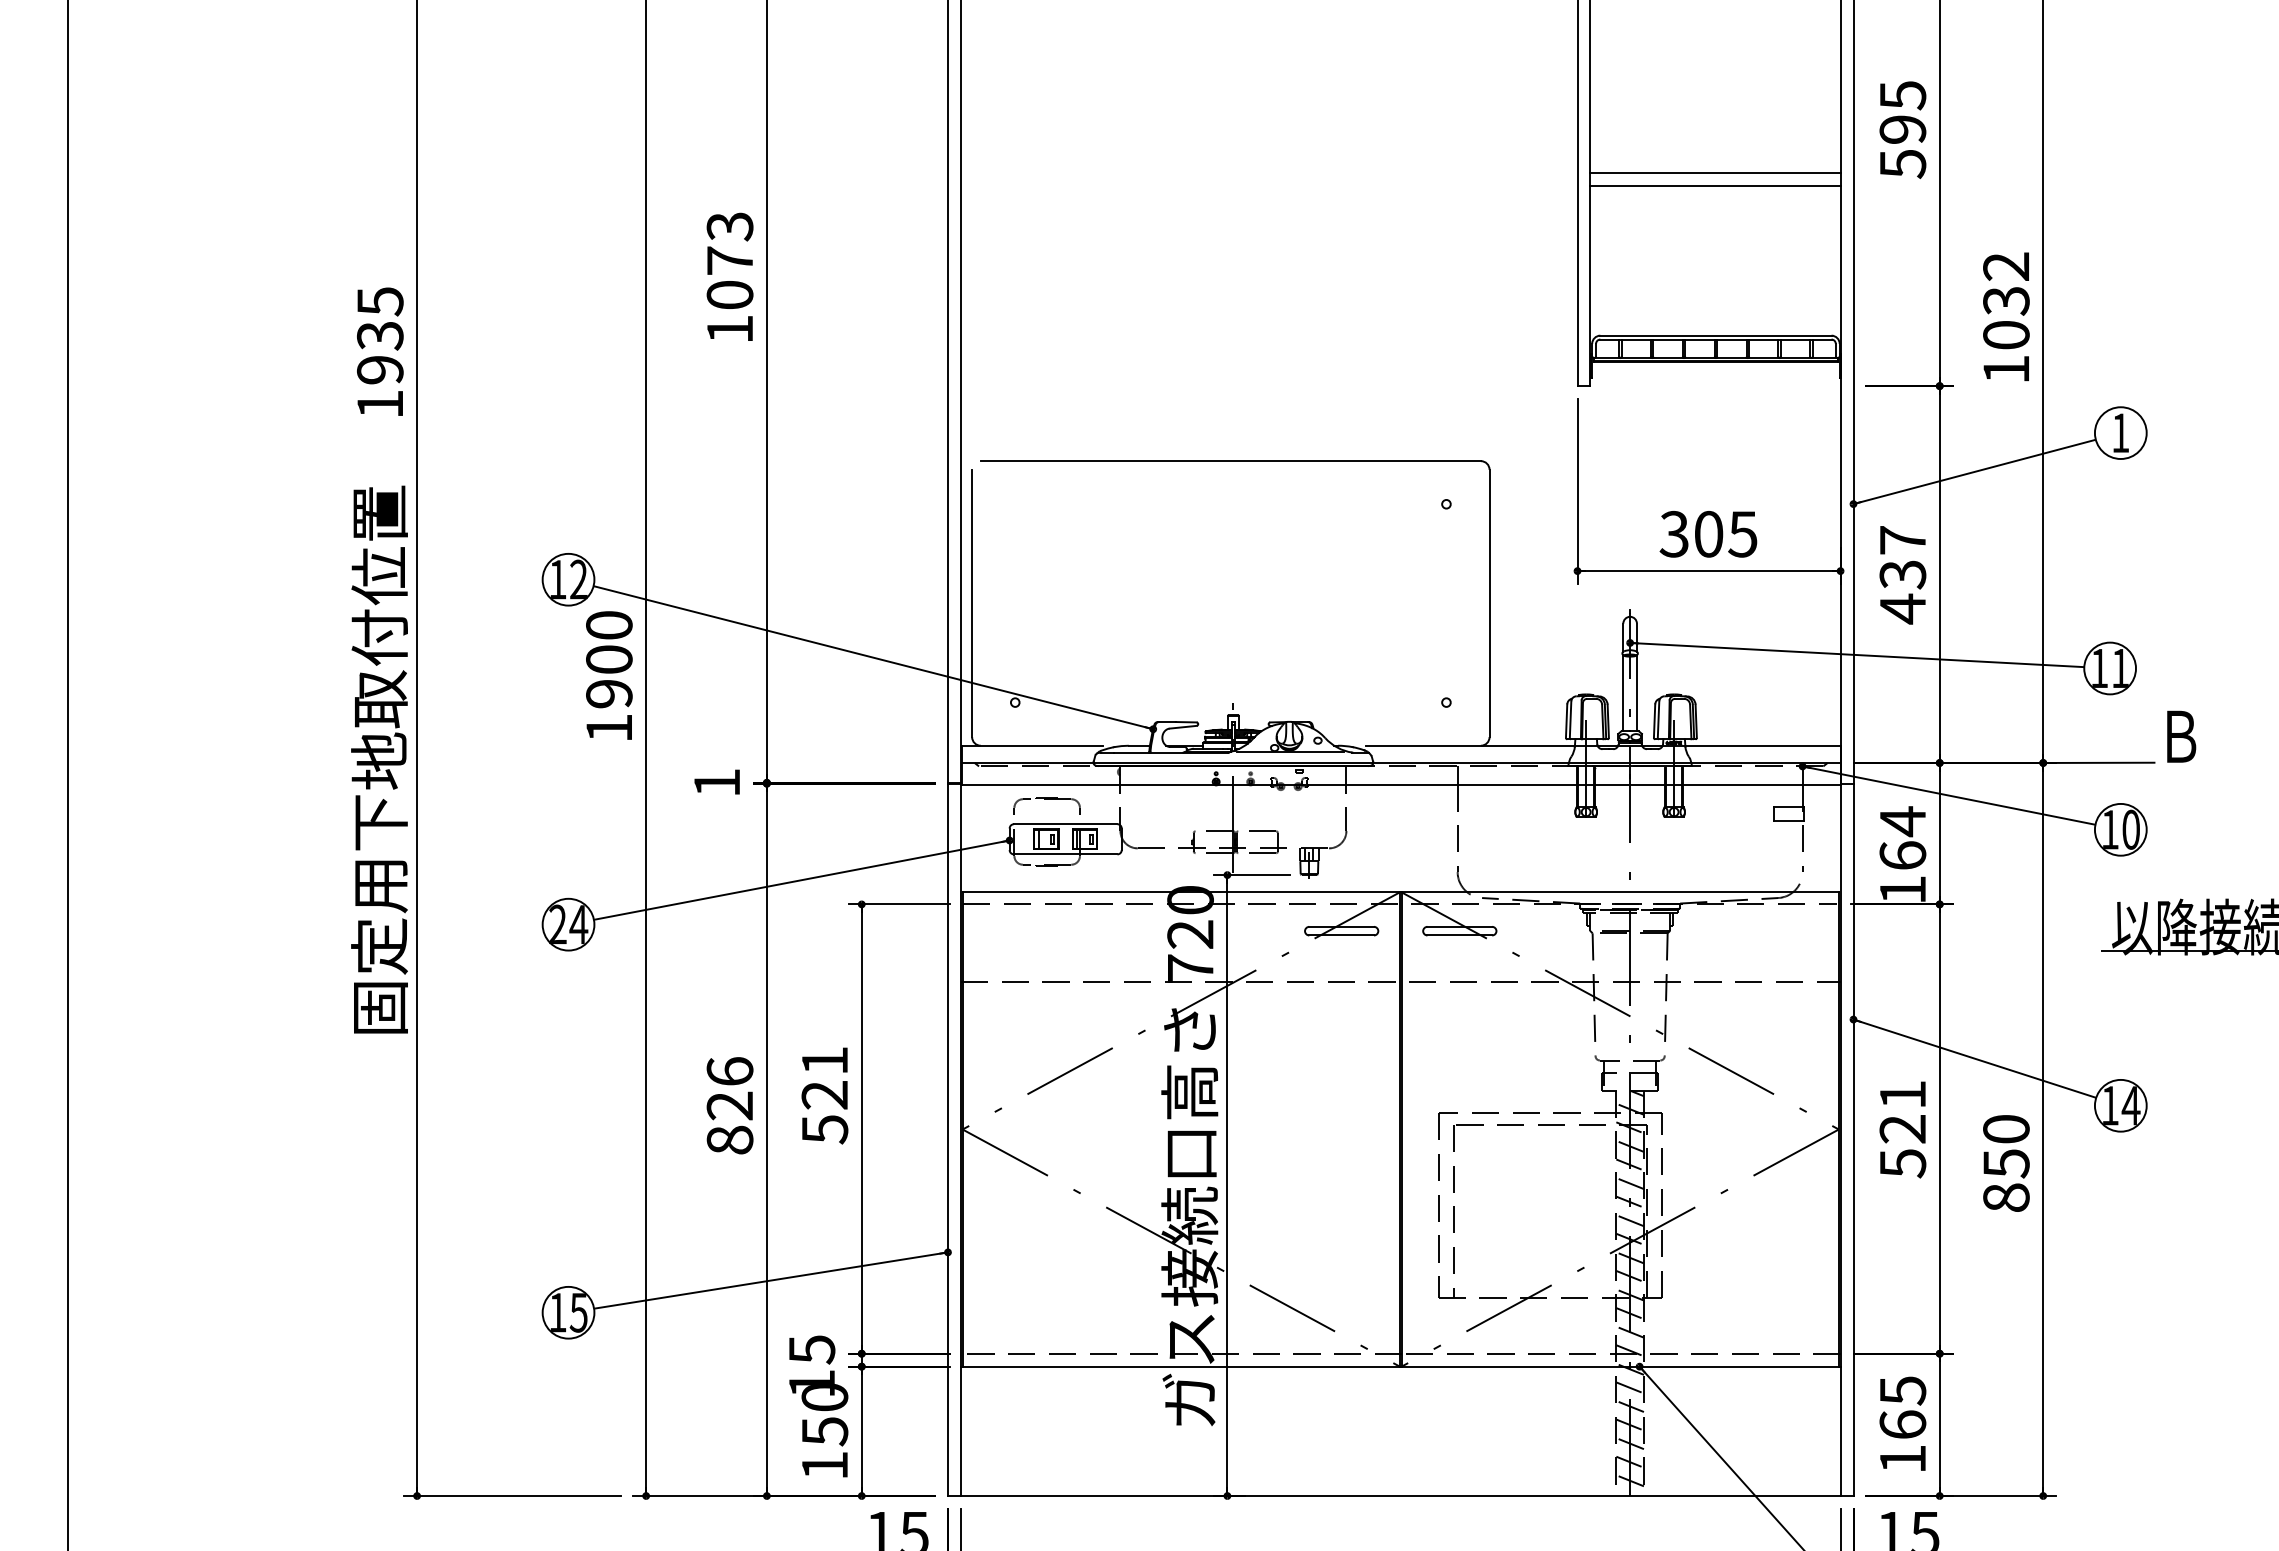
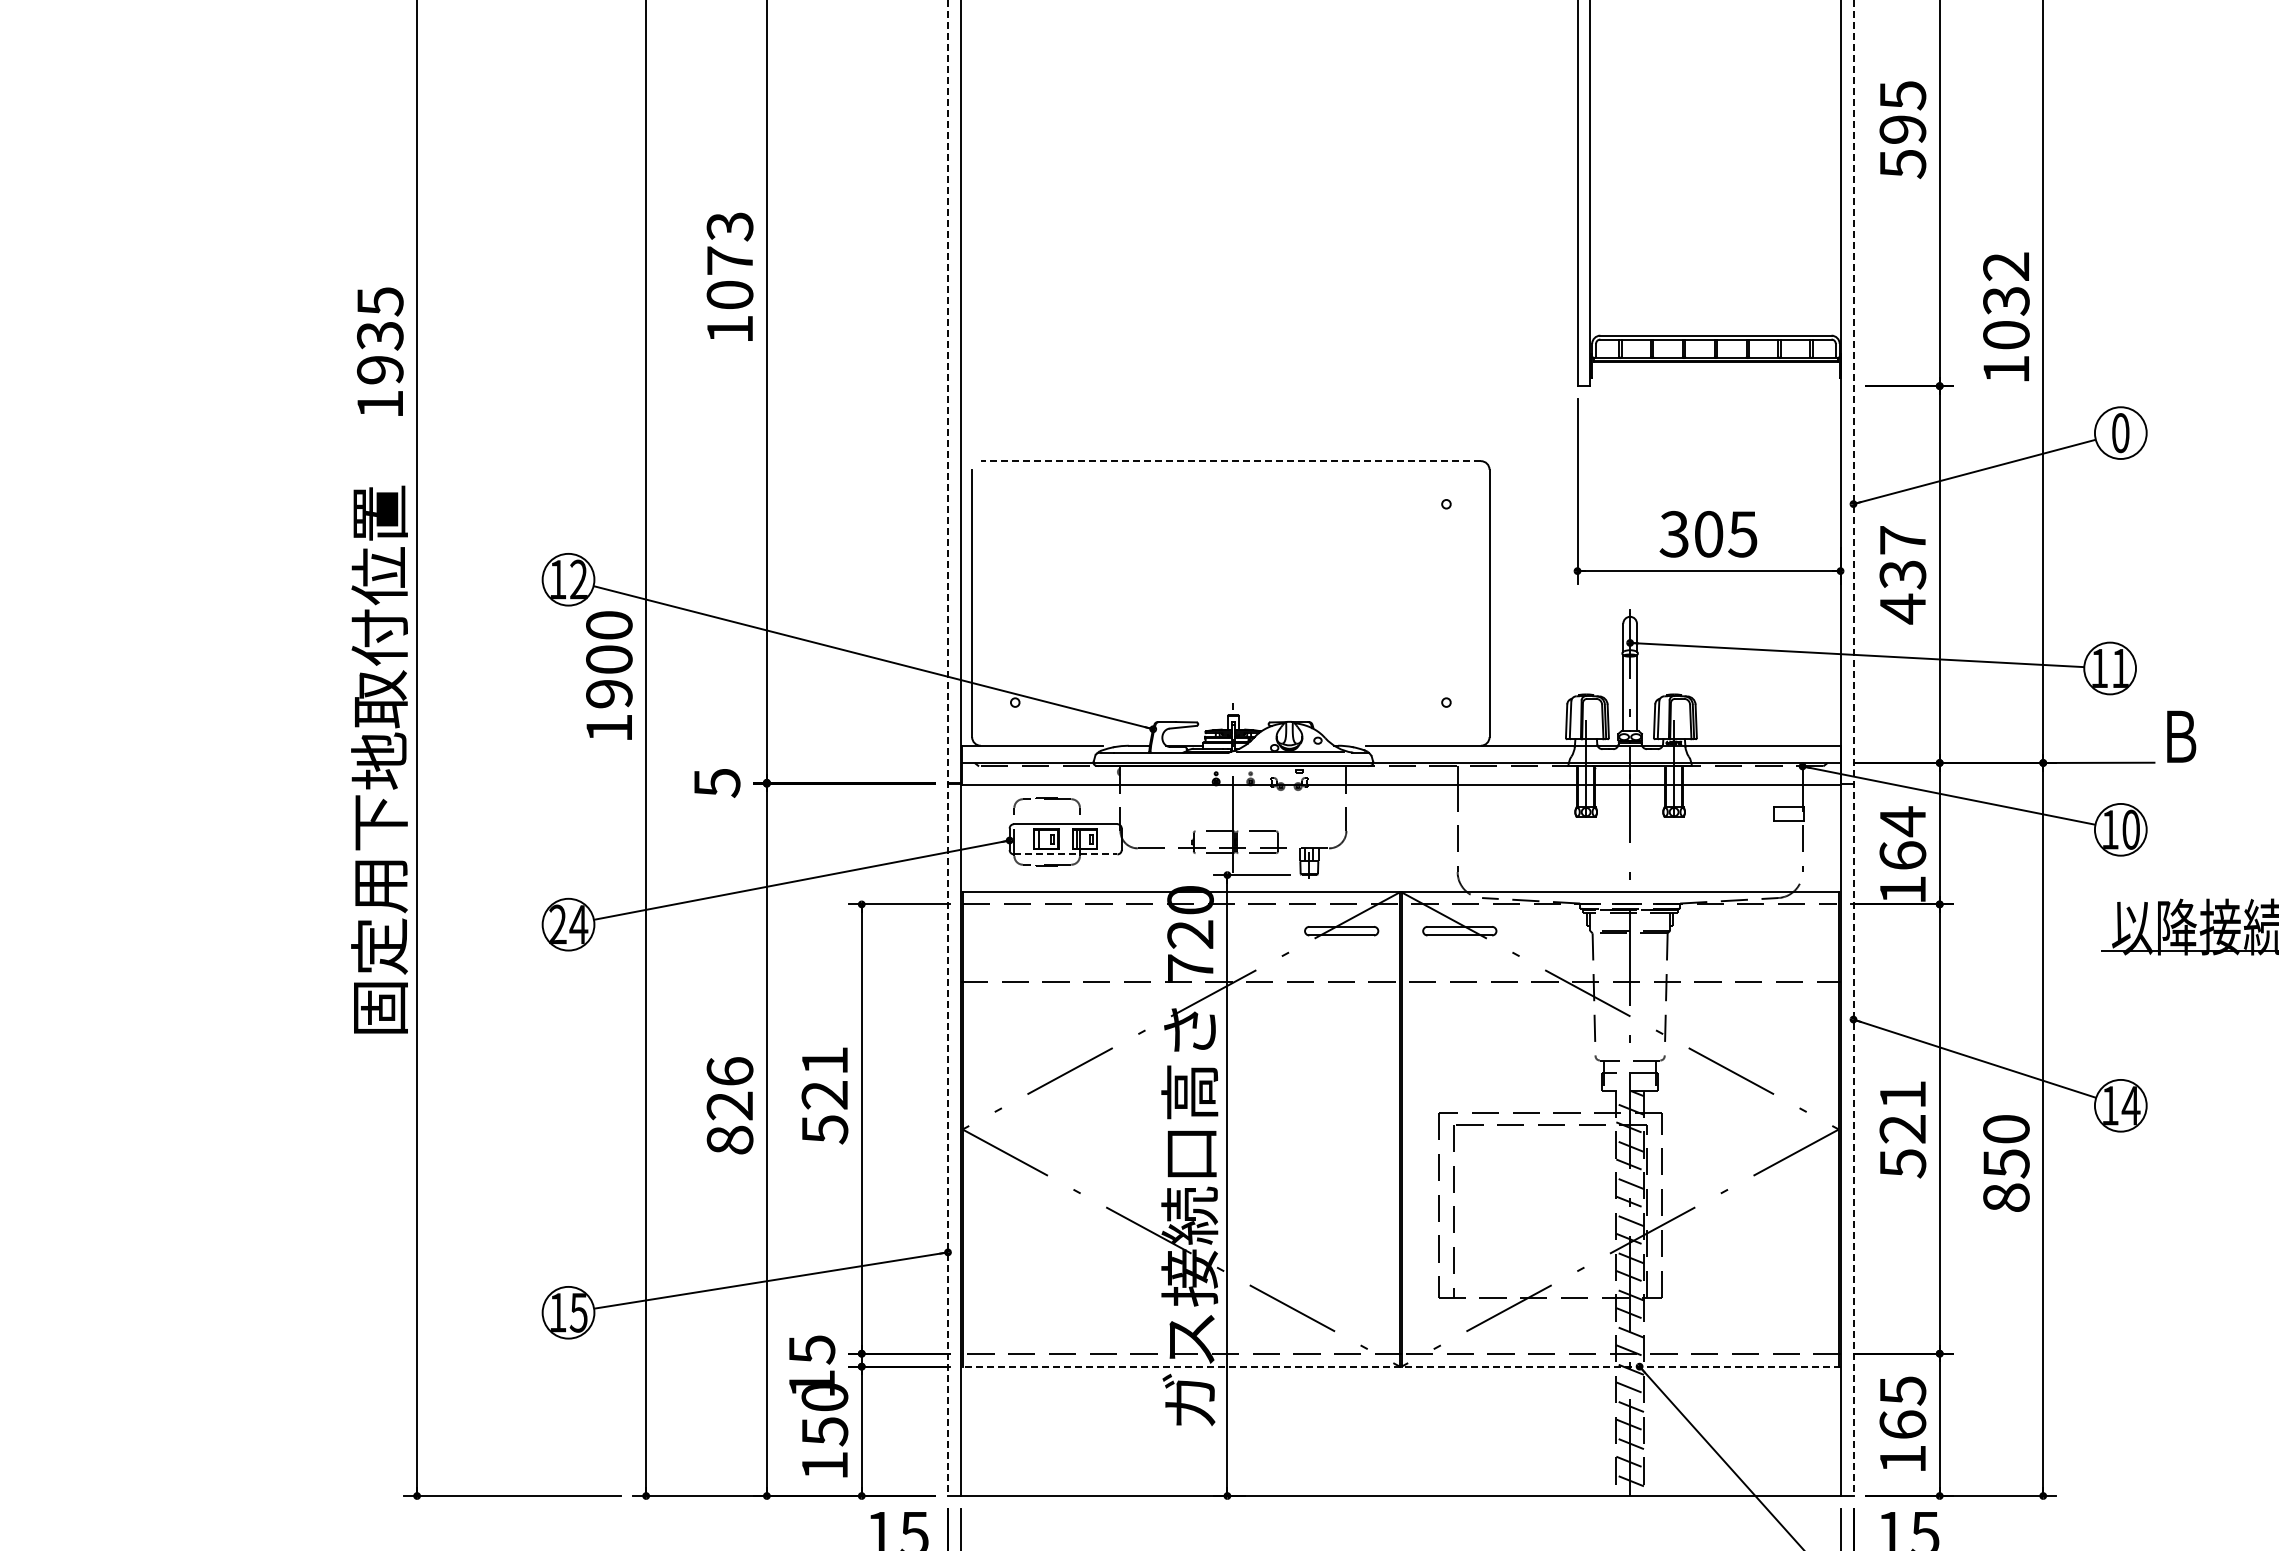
line at (1715, 172): present -> none
line at (1715, 185): present -> none
text at (2120, 433): 1 -> 0
line at (1230, 461): solid -> dashed
line at (947, 748): solid -> dashed
line at (1853, 748): solid -> dashed
line at (68, 774): present -> none
text at (717, 783): 1 -> 5
line at (1065, 854): solid -> dashed
line at (1400, 1366): solid -> dashed
